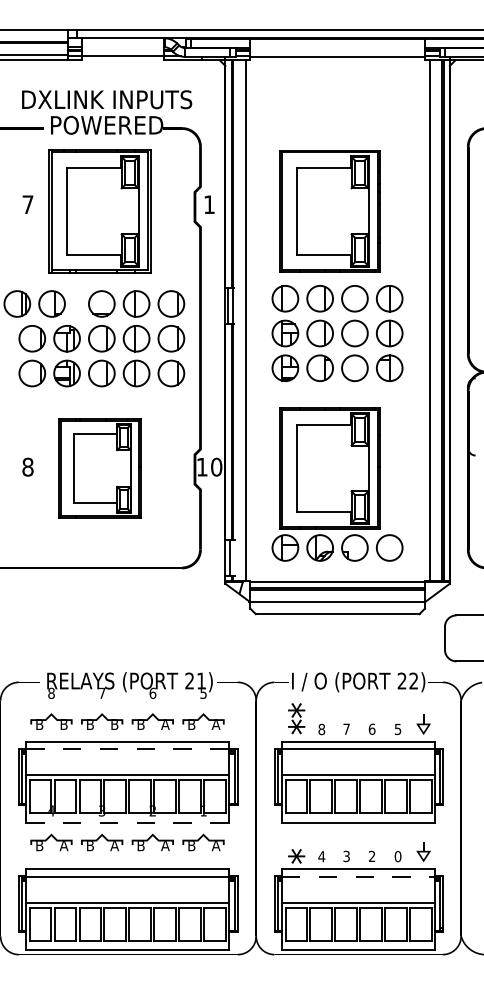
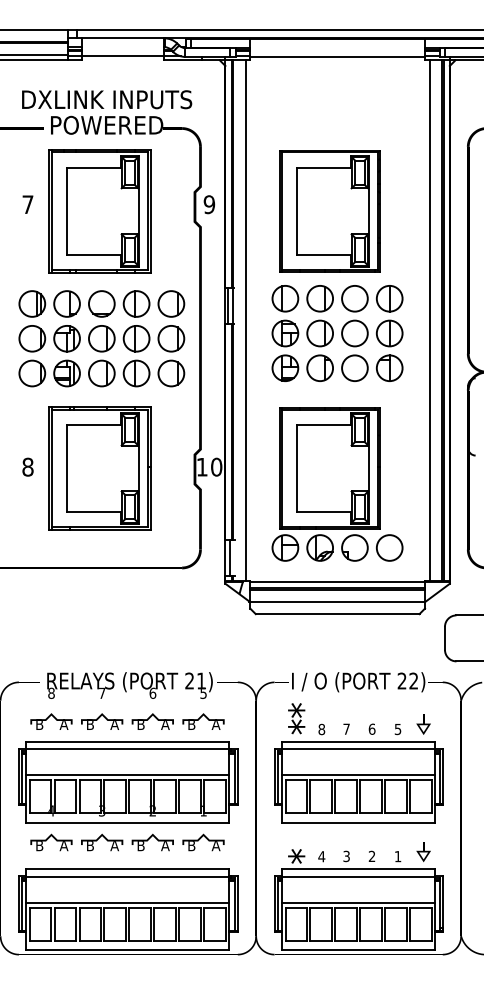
text at (209, 204): 1 -> 9
part at (34, 303) position: (34, 303) -> (49, 303)
part at (99, 468) size: 84x101 px -> 104x125 px
text at (63, 724): B -> A
text at (114, 724): B -> A
line at (127, 749): dashed -> solid
line at (127, 823): dashed -> solid
text at (397, 856): 0 -> 1
line at (358, 876): dashed -> solid
